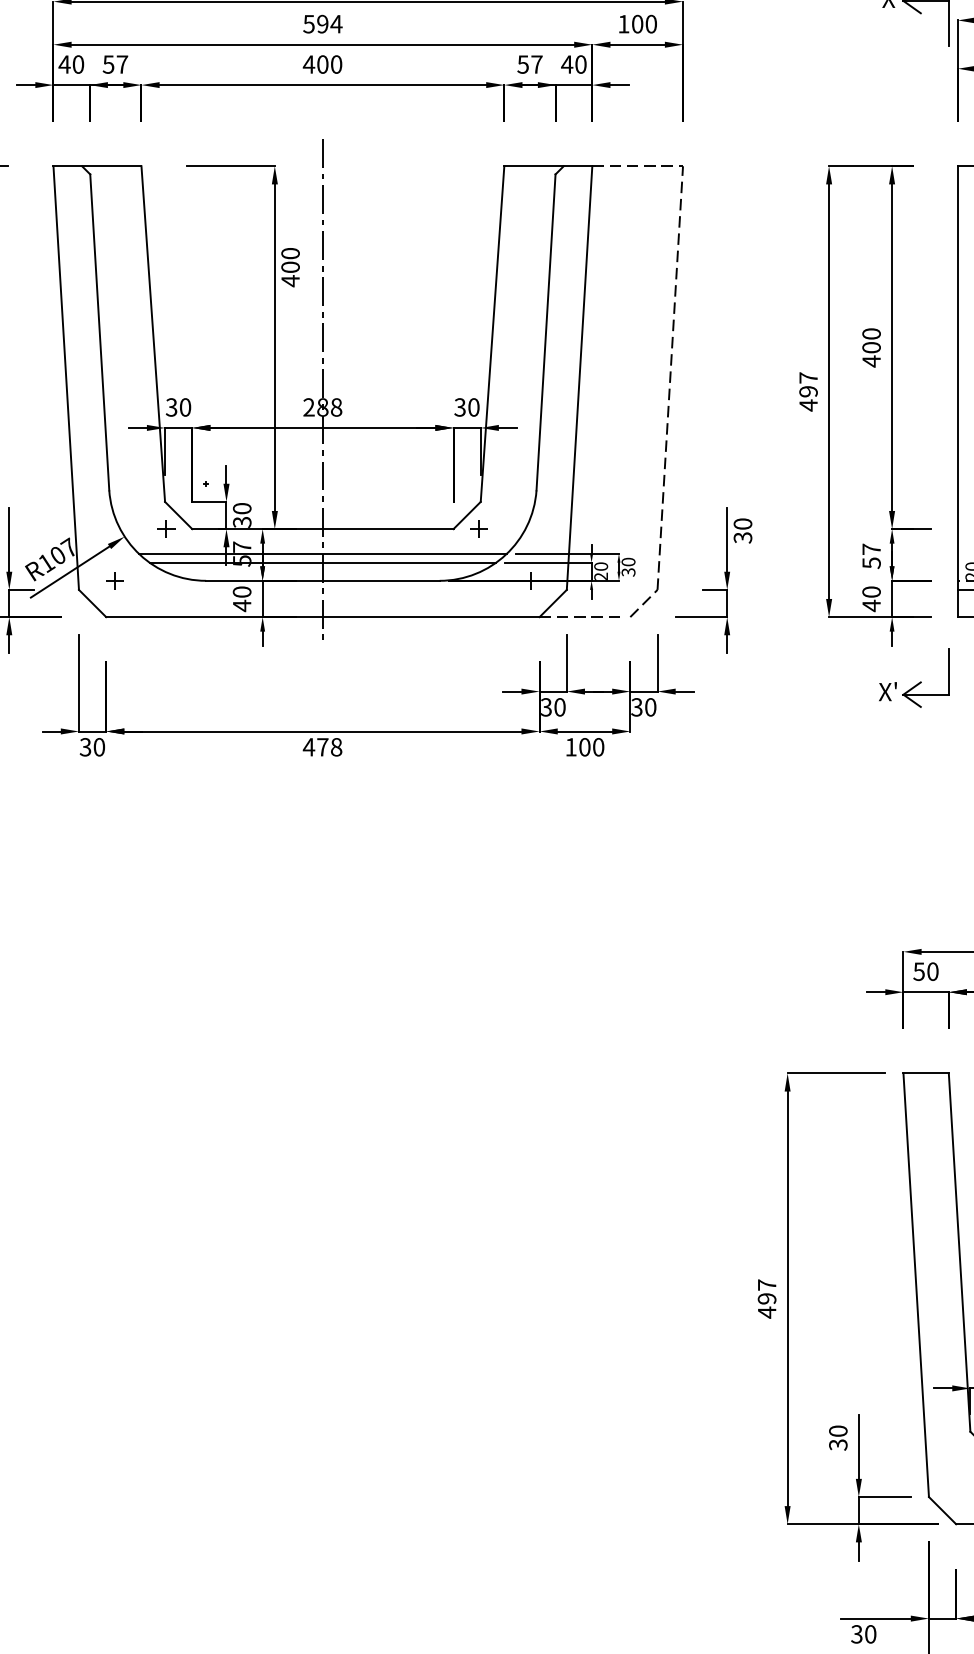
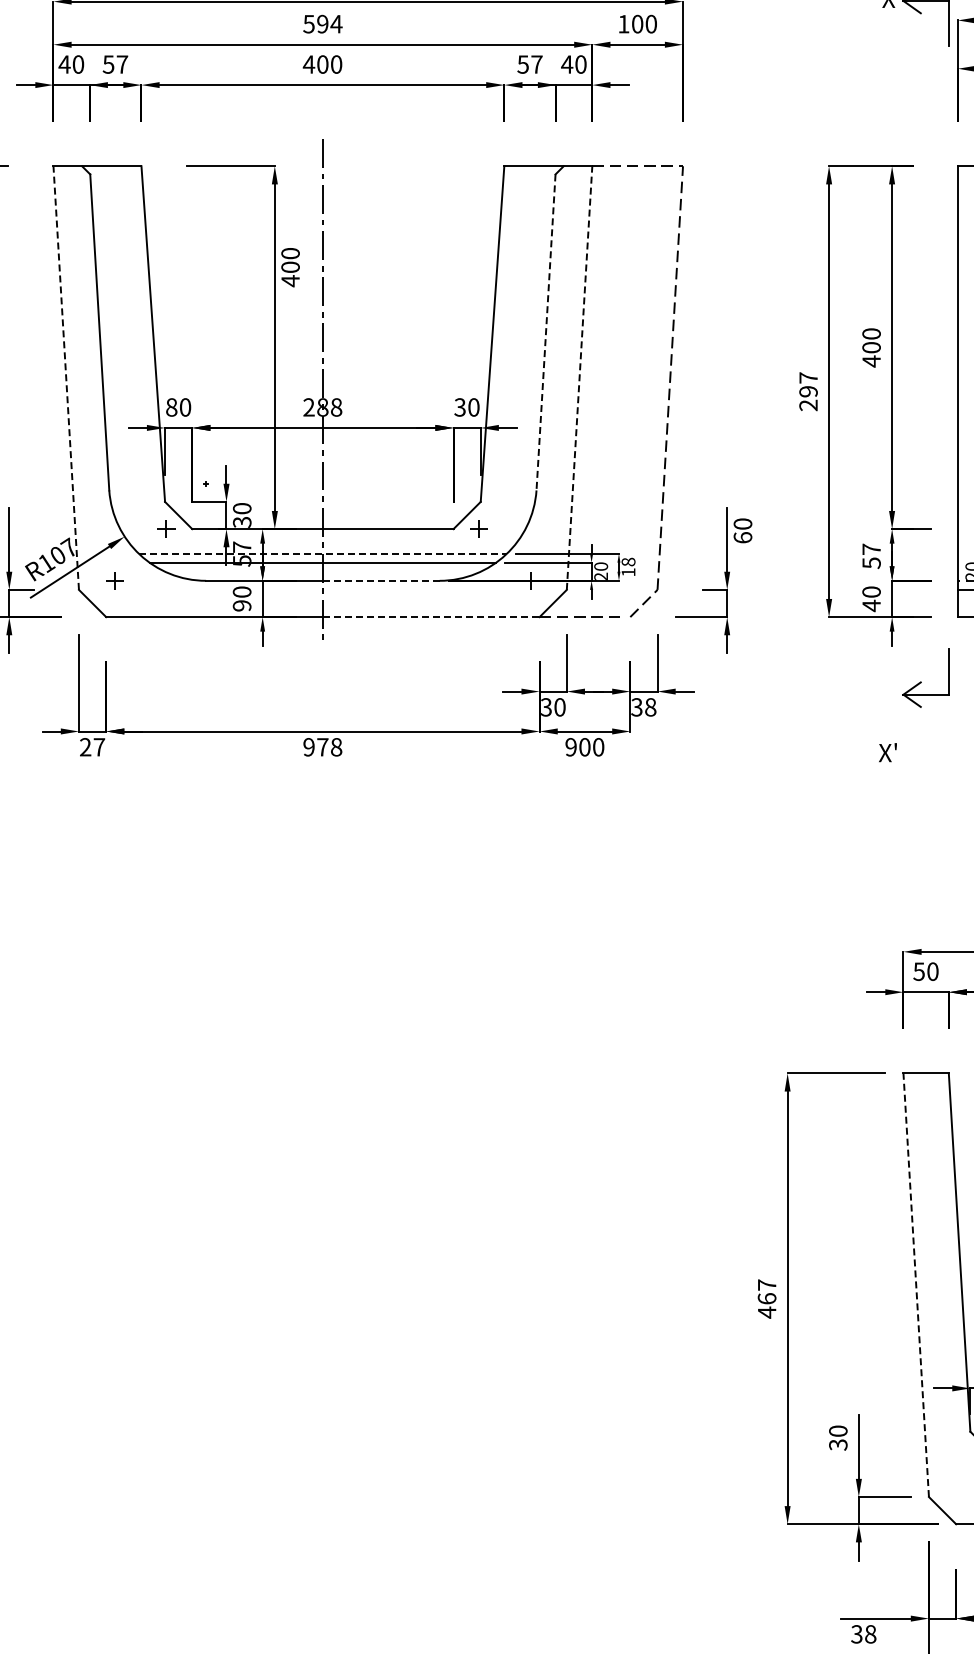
line at (546, 332): solid -> dashed
line at (66, 377): solid -> dashed
line at (579, 377): solid -> dashed
text at (808, 405): 497 -> 297
text at (171, 407): 30 -> 80
text at (742, 537): 30 -> 60
line at (323, 553): solid -> dashed
text at (628, 566): 30 -> 18
line at (381, 580): solid -> dashed
text at (241, 605): 40 -> 90
line at (431, 617): solid -> dashed
text at (887, 691) position: (887, 691) -> (887, 752)
text at (650, 707): 30 -> 38
text at (92, 747): 30 -> 27
text at (308, 747): 478 -> 978
text at (570, 747): 100 -> 900
line at (916, 1284): solid -> dashed
text at (766, 1298): 497 -> 467
text at (870, 1634): 30 -> 38
